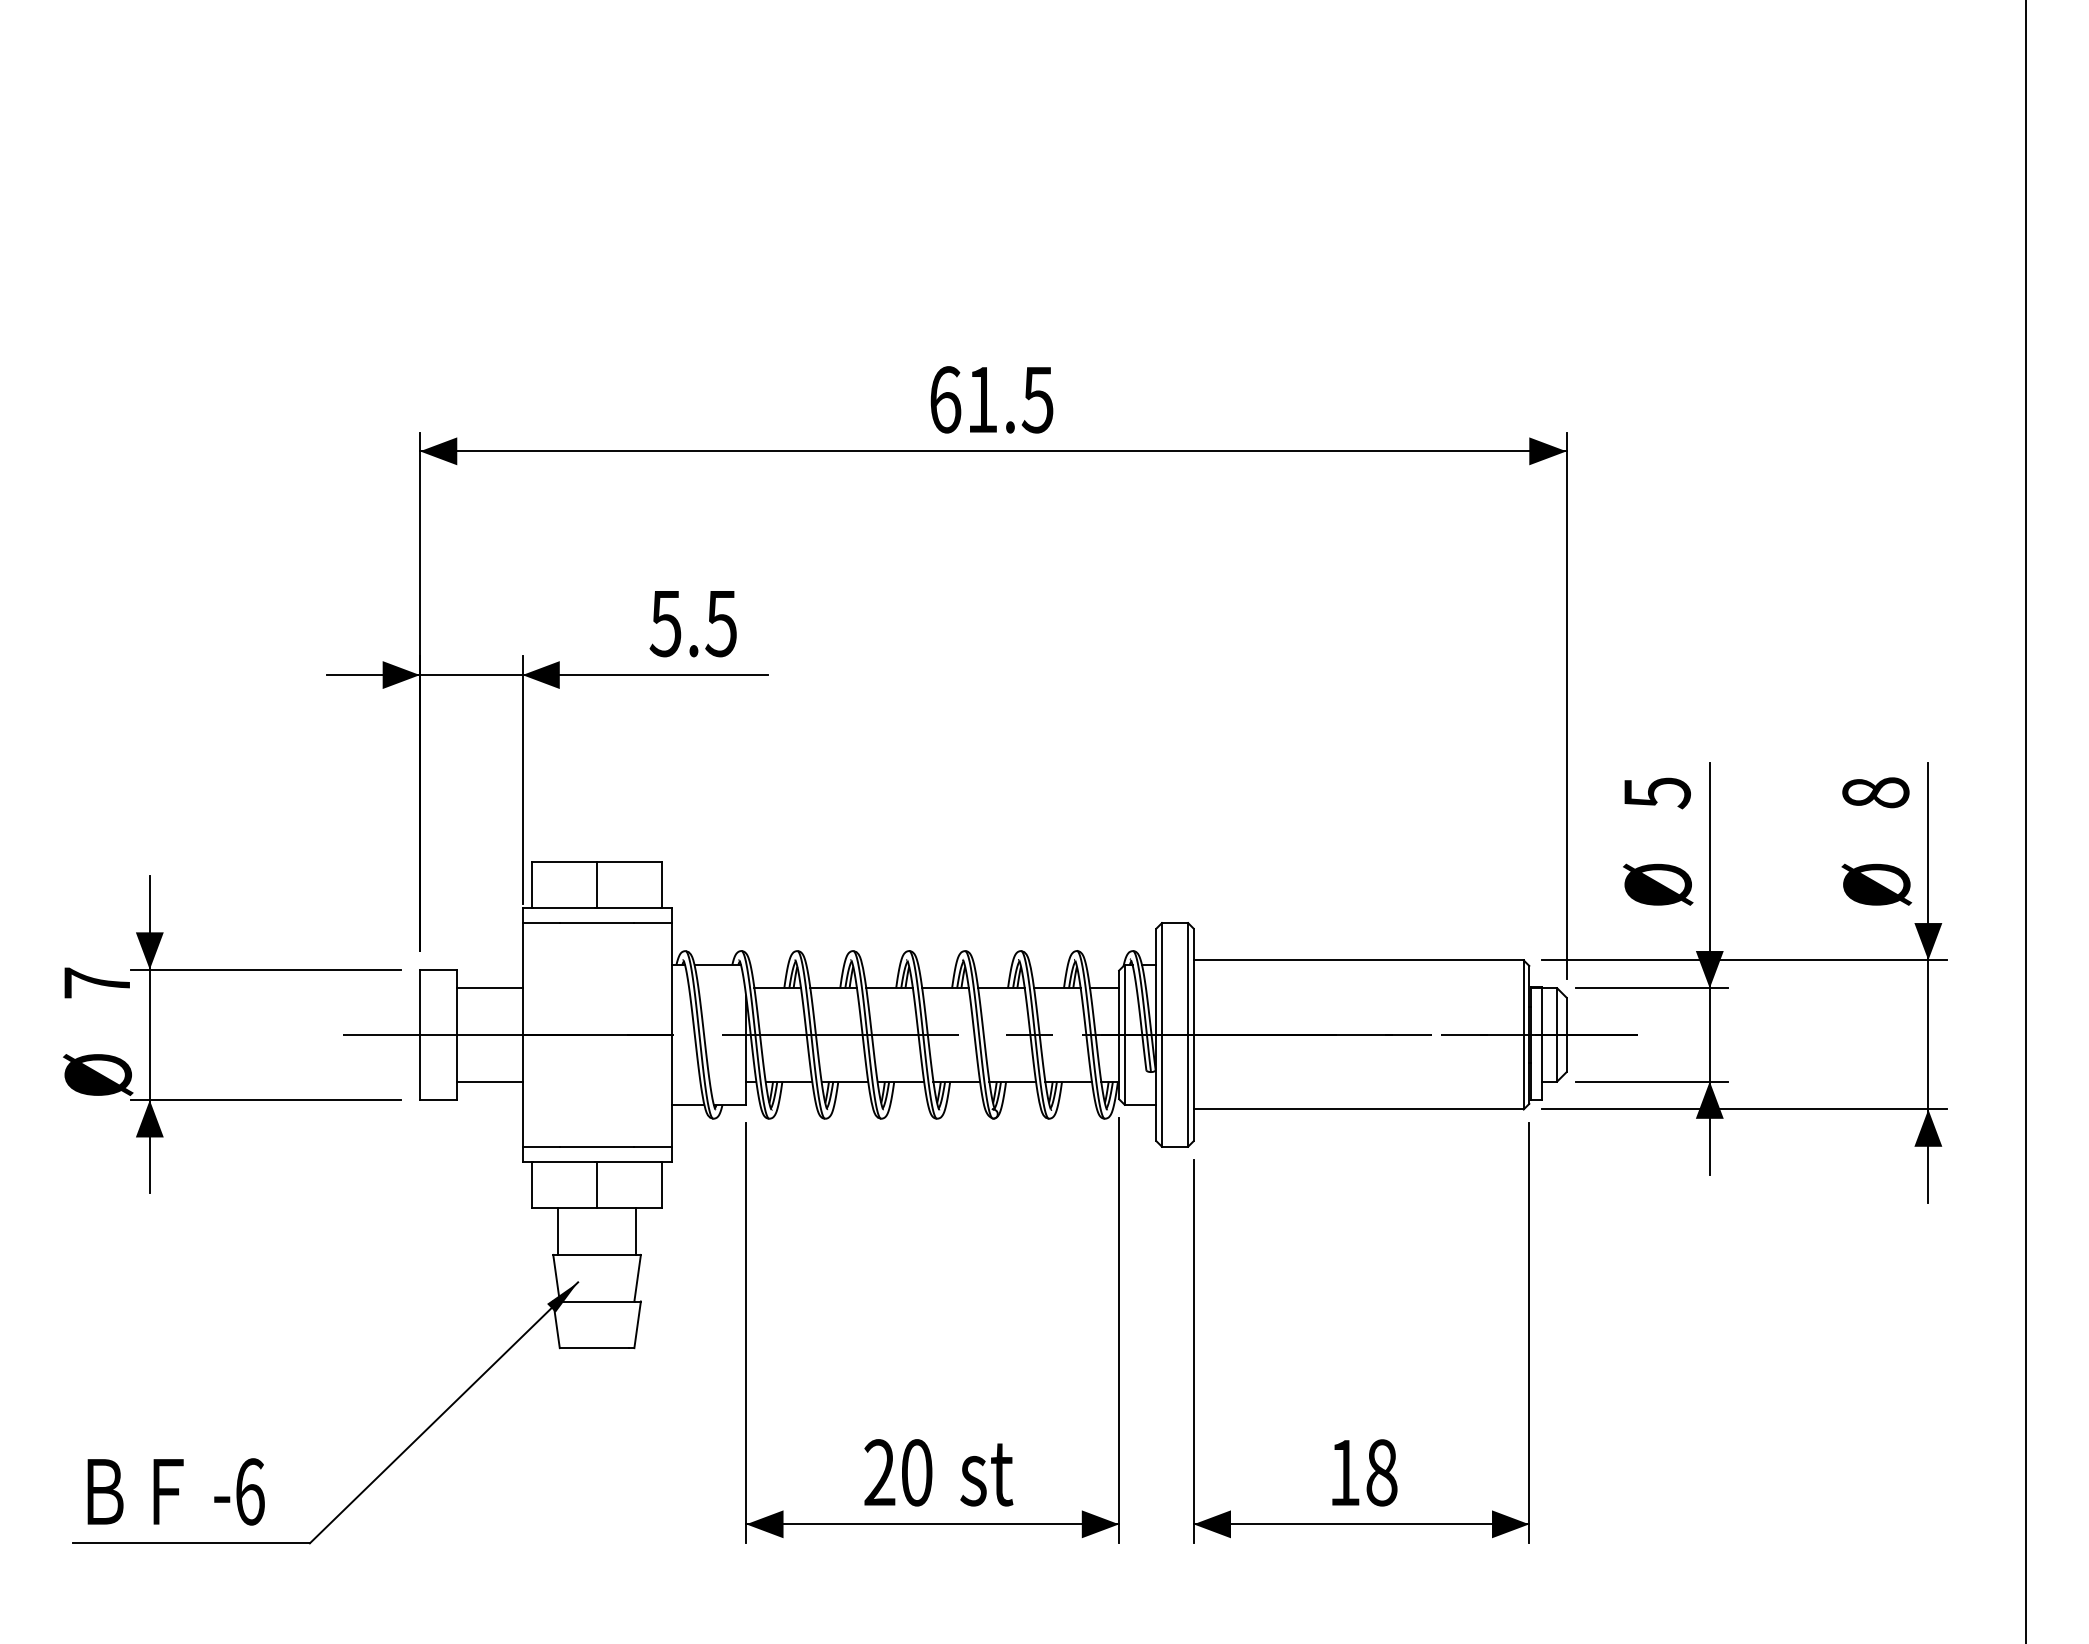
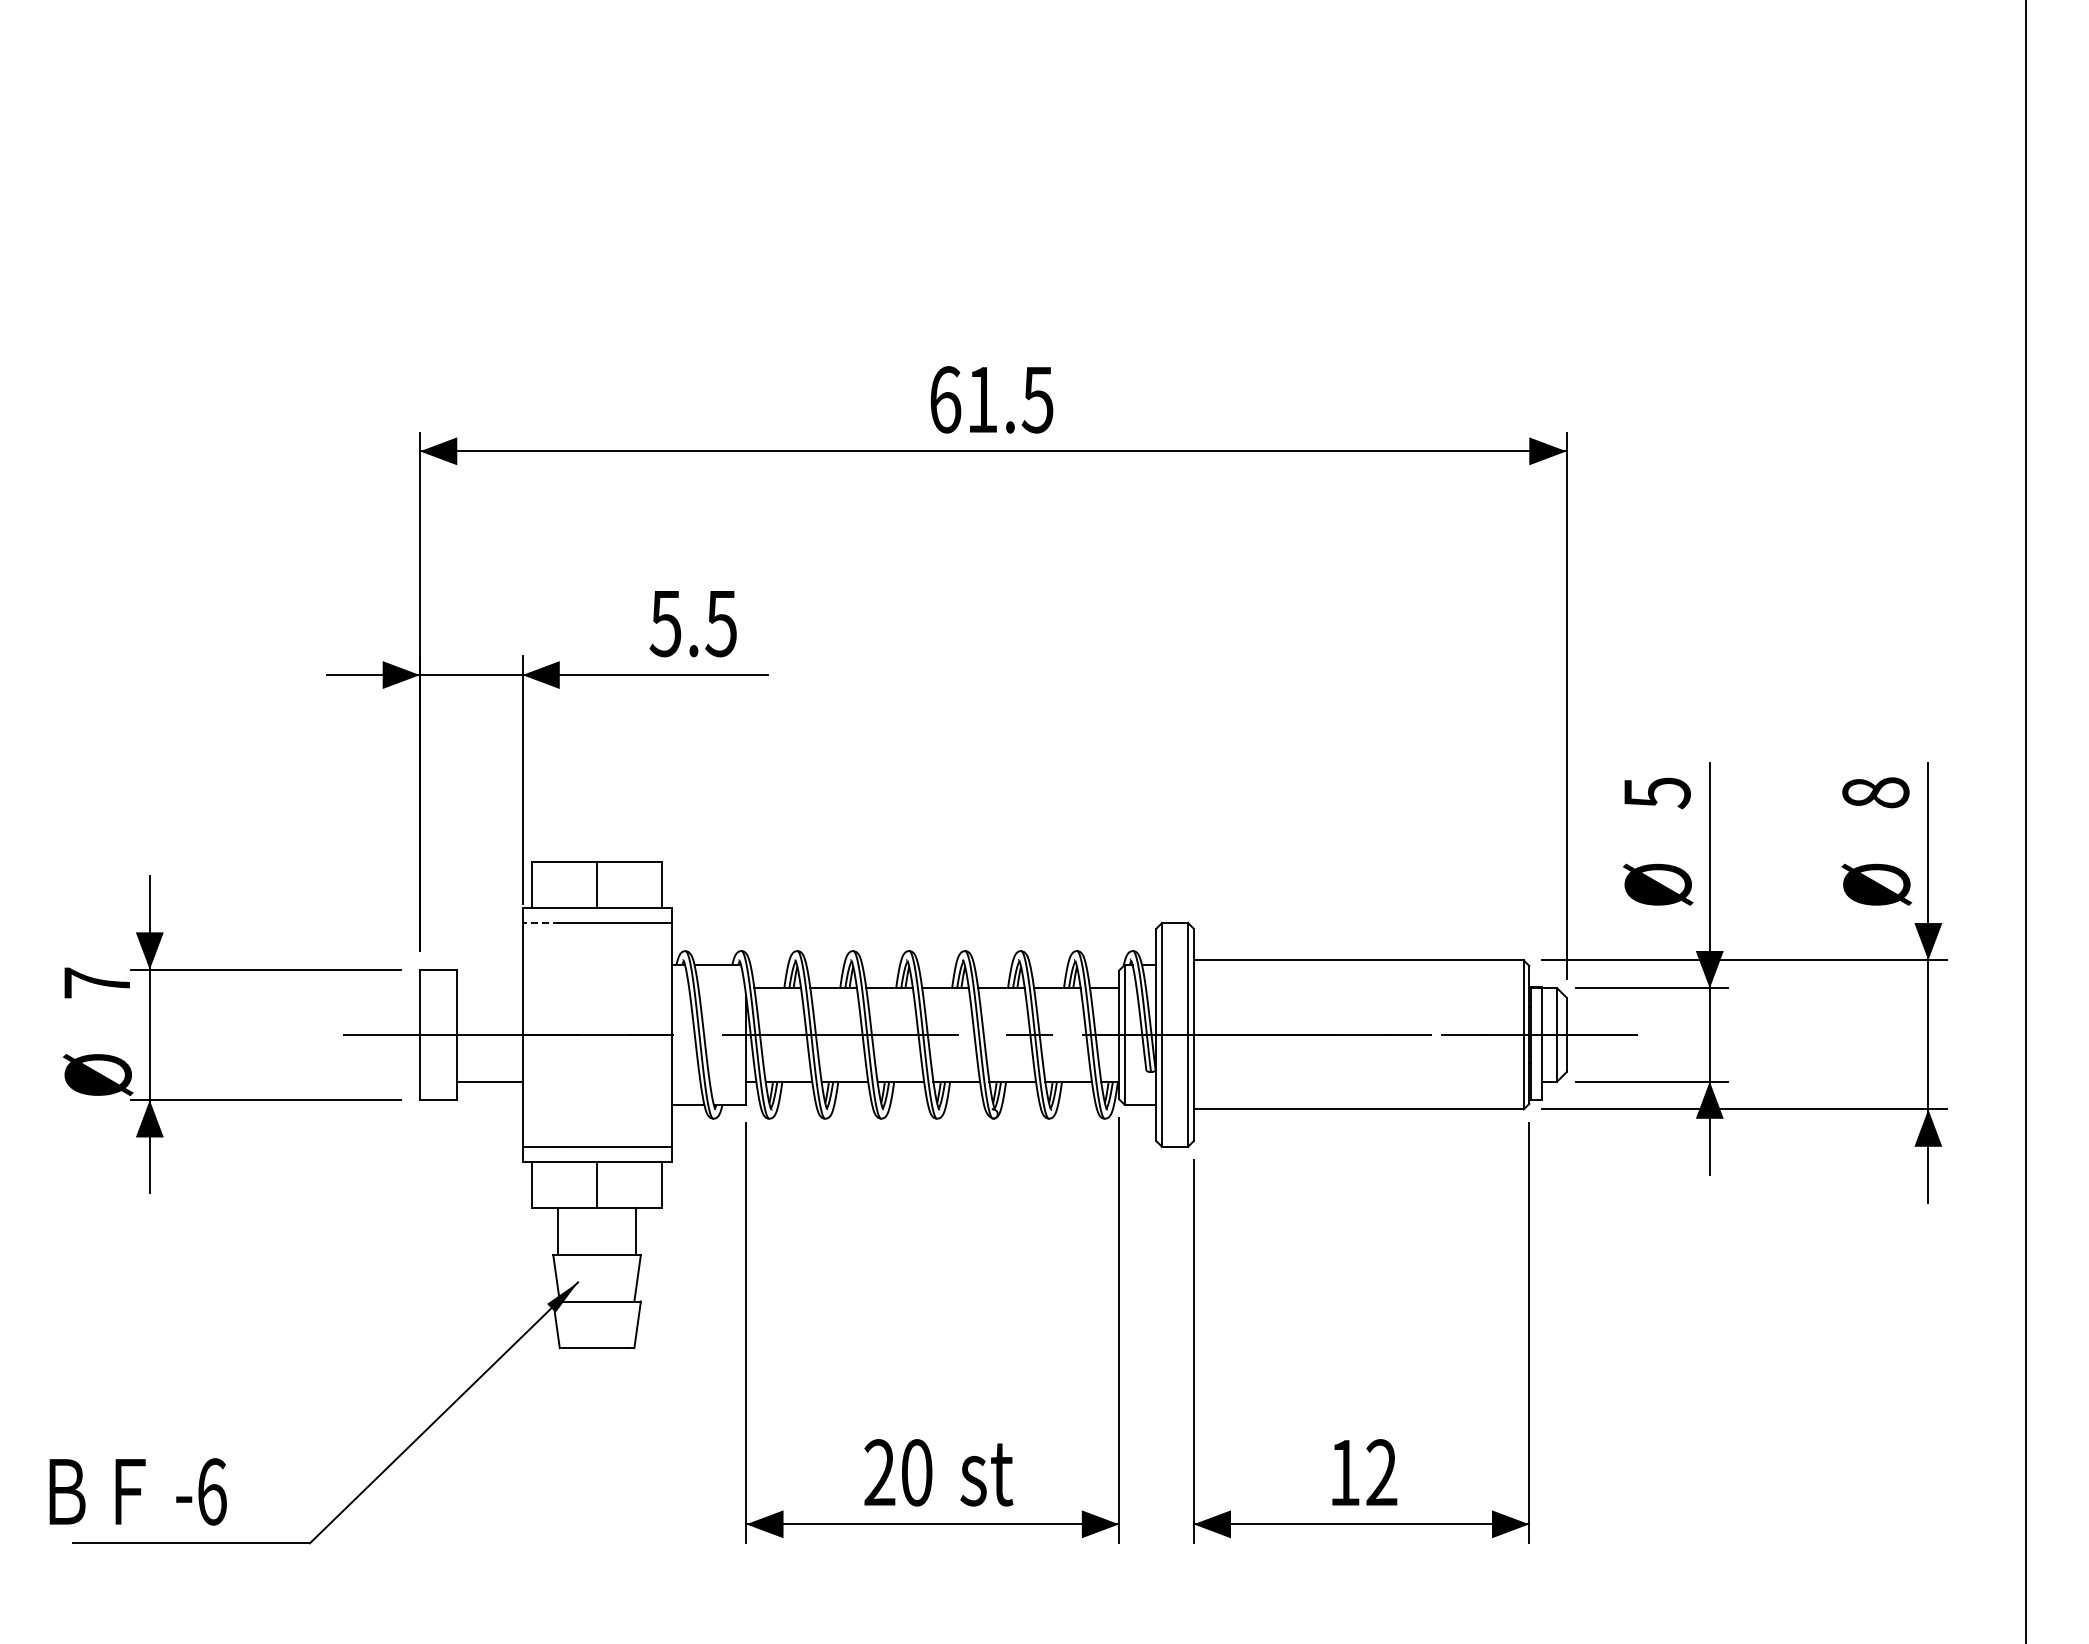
line at (541, 923): solid -> dashed
line at (489, 988): present -> none
text at (1381, 1472): 18 -> 12
text at (175, 1491) position: (175, 1491) -> (137, 1491)
